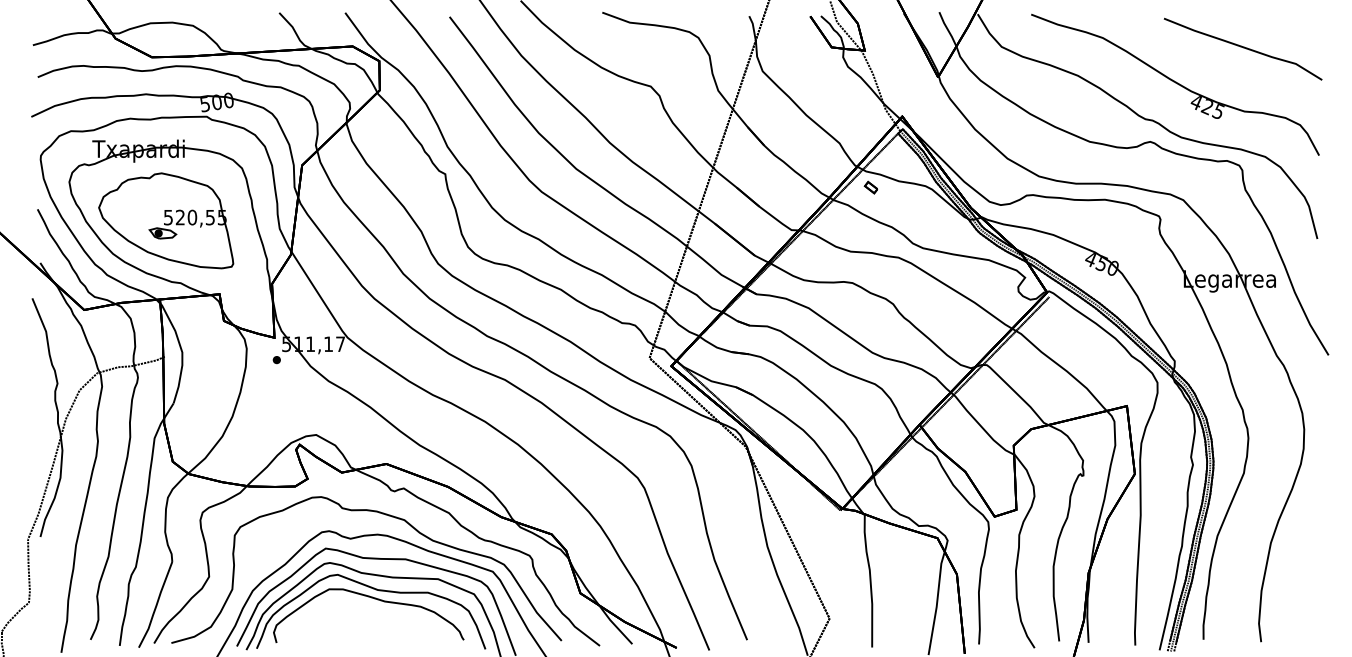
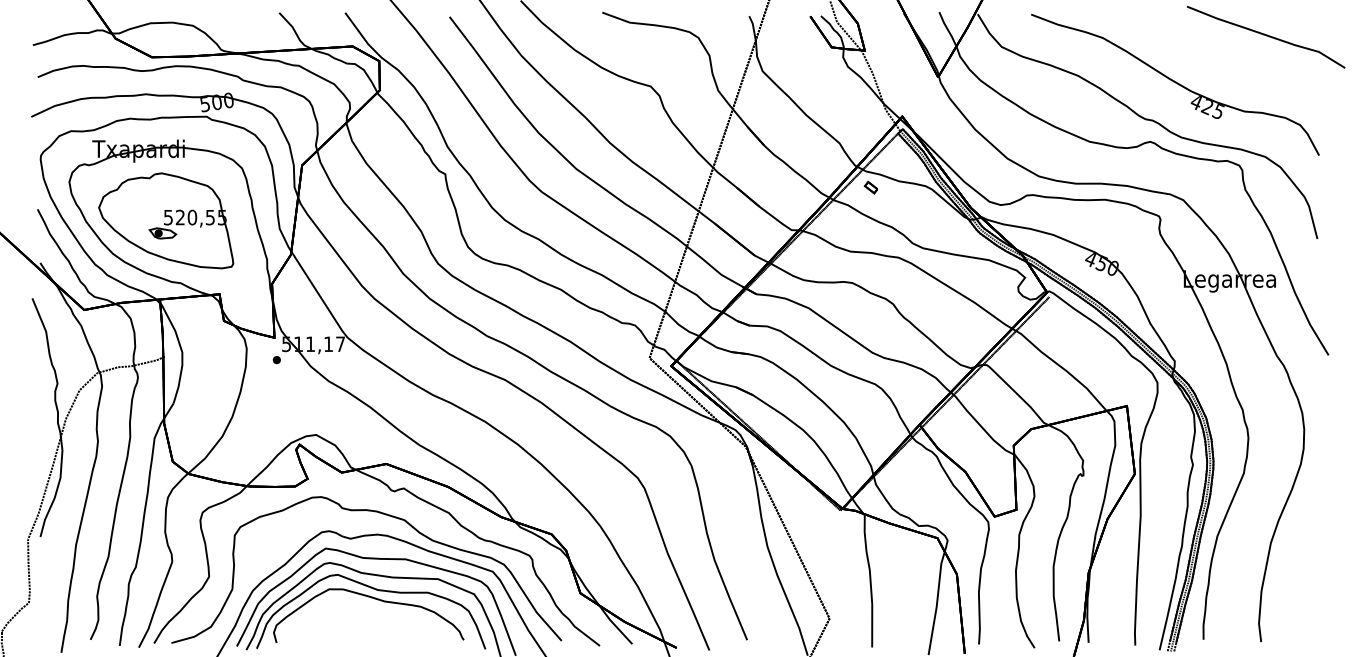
part at (1242, 48) position: (1242, 48) -> (1265, 36)
